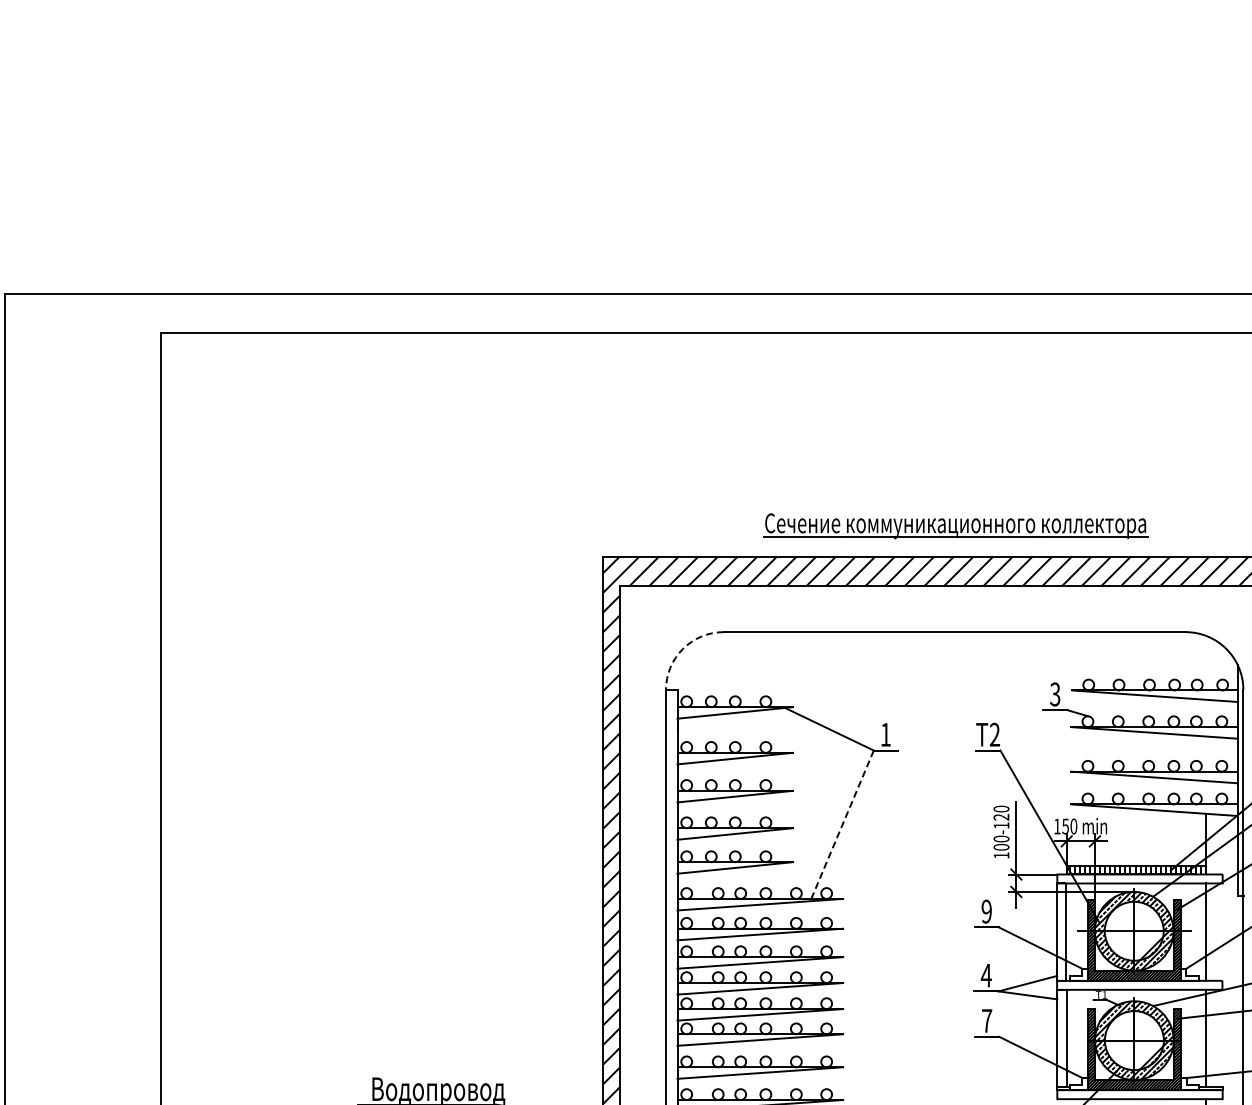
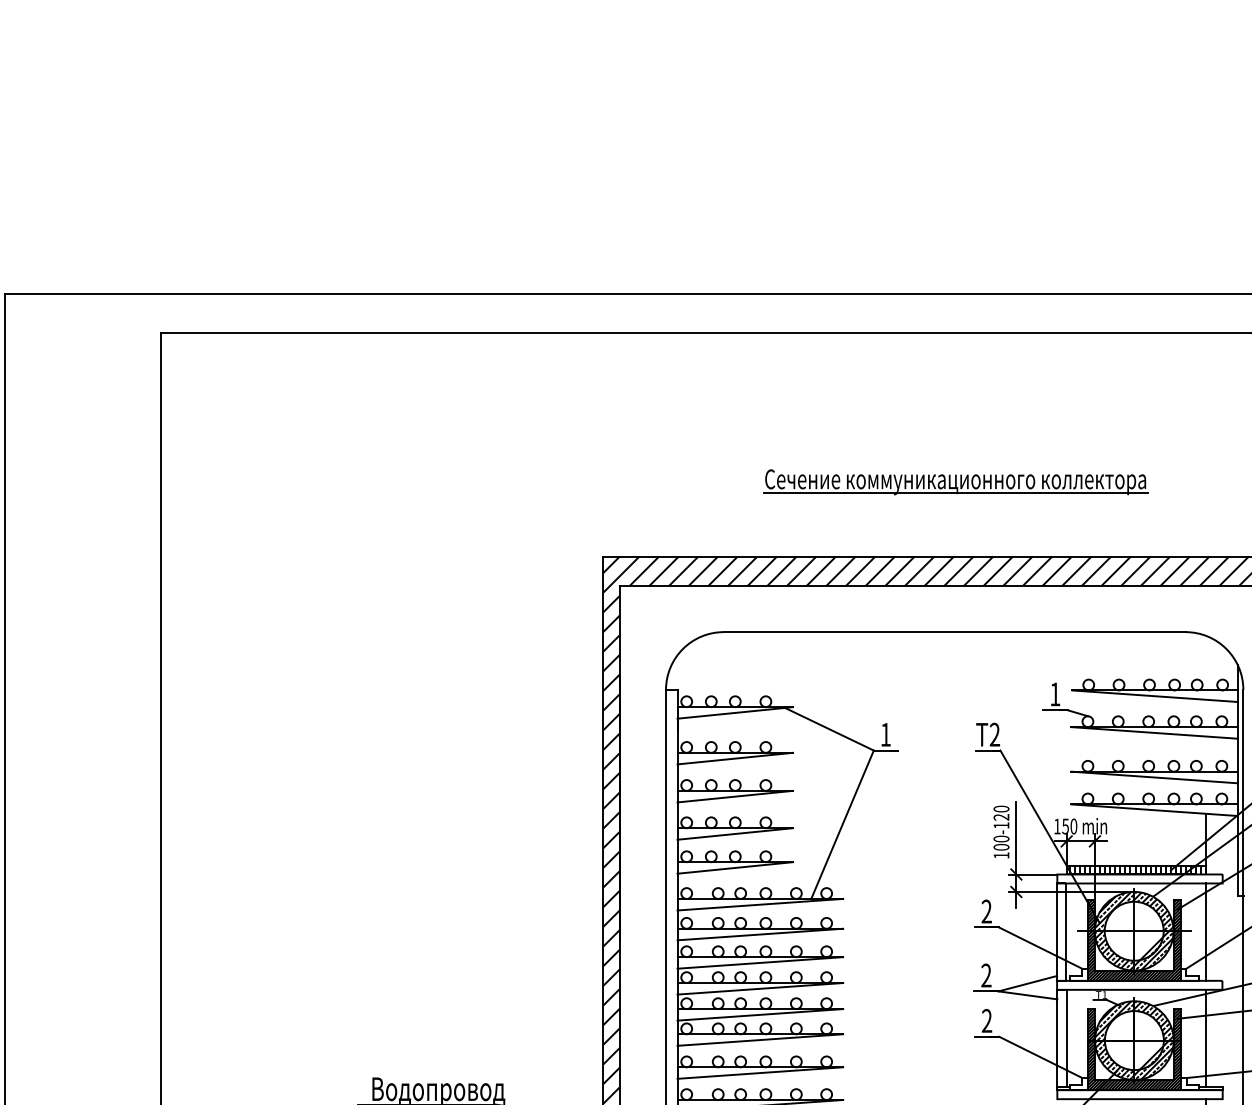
part at (955, 526) position: (955, 526) -> (955, 482)
arc at (682, 649): dashed -> solid
text at (1055, 694): 3 -> 1
line at (842, 824): dashed -> solid
text at (986, 911): 9 -> 2
text at (985, 975): 4 -> 2
text at (986, 1020): 7 -> 2
